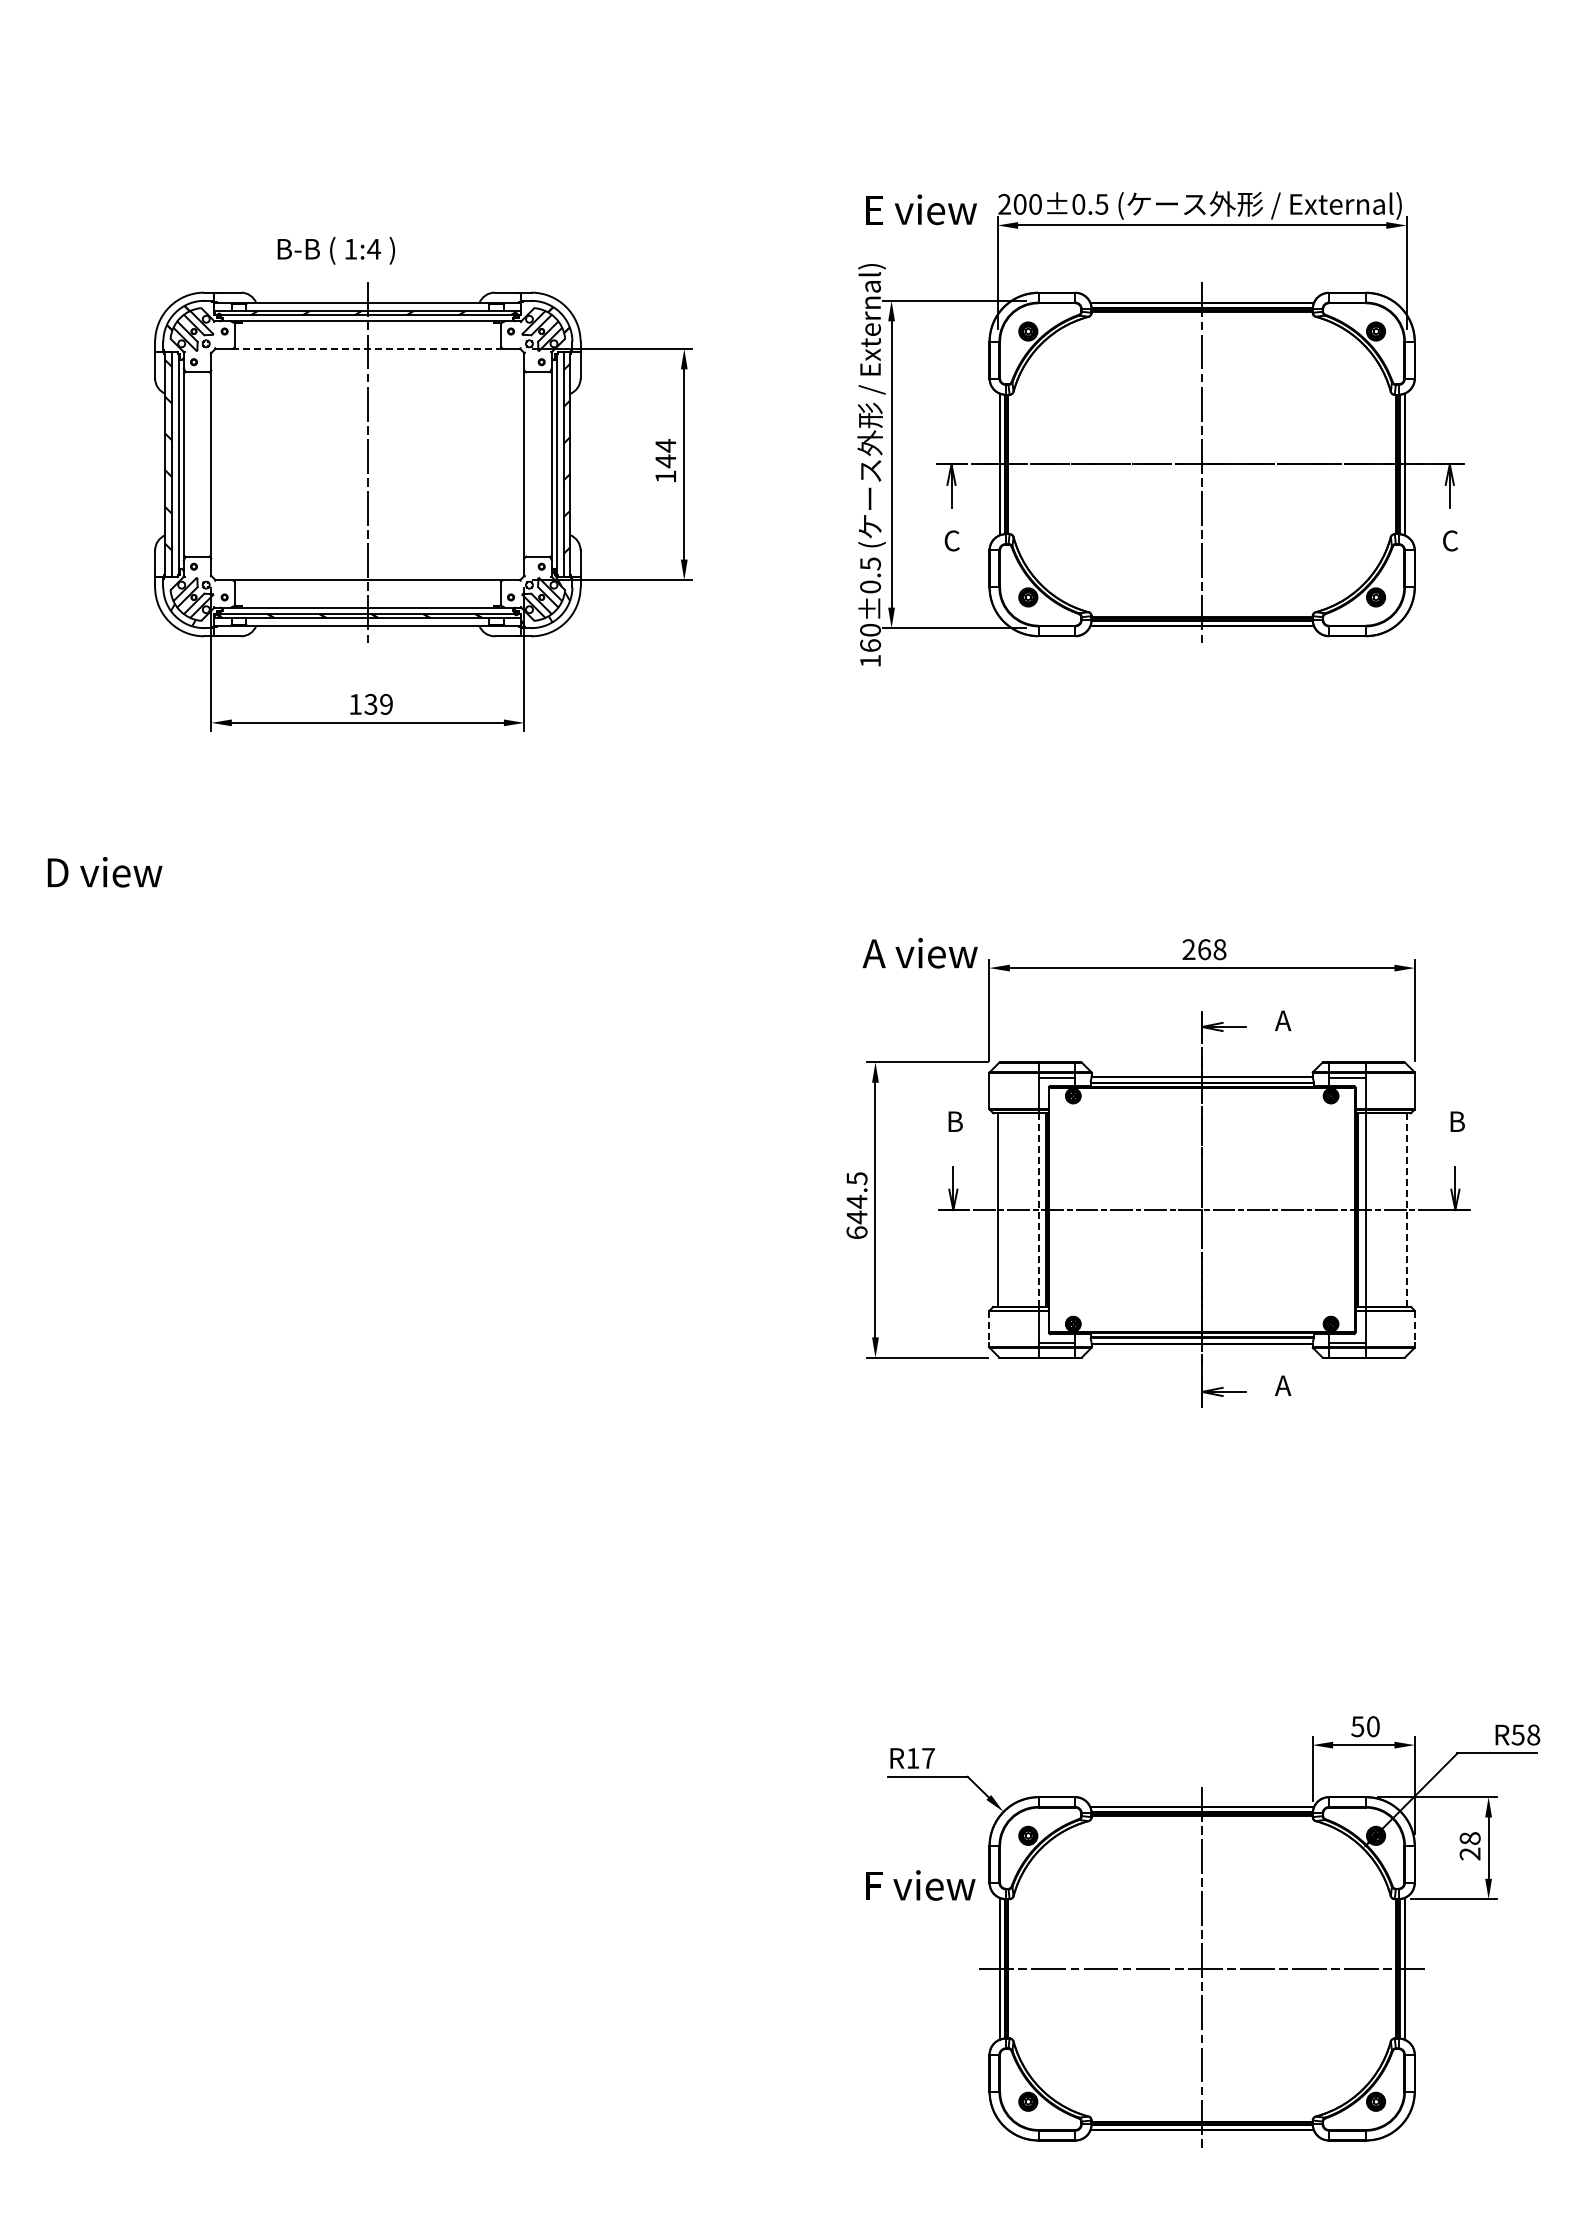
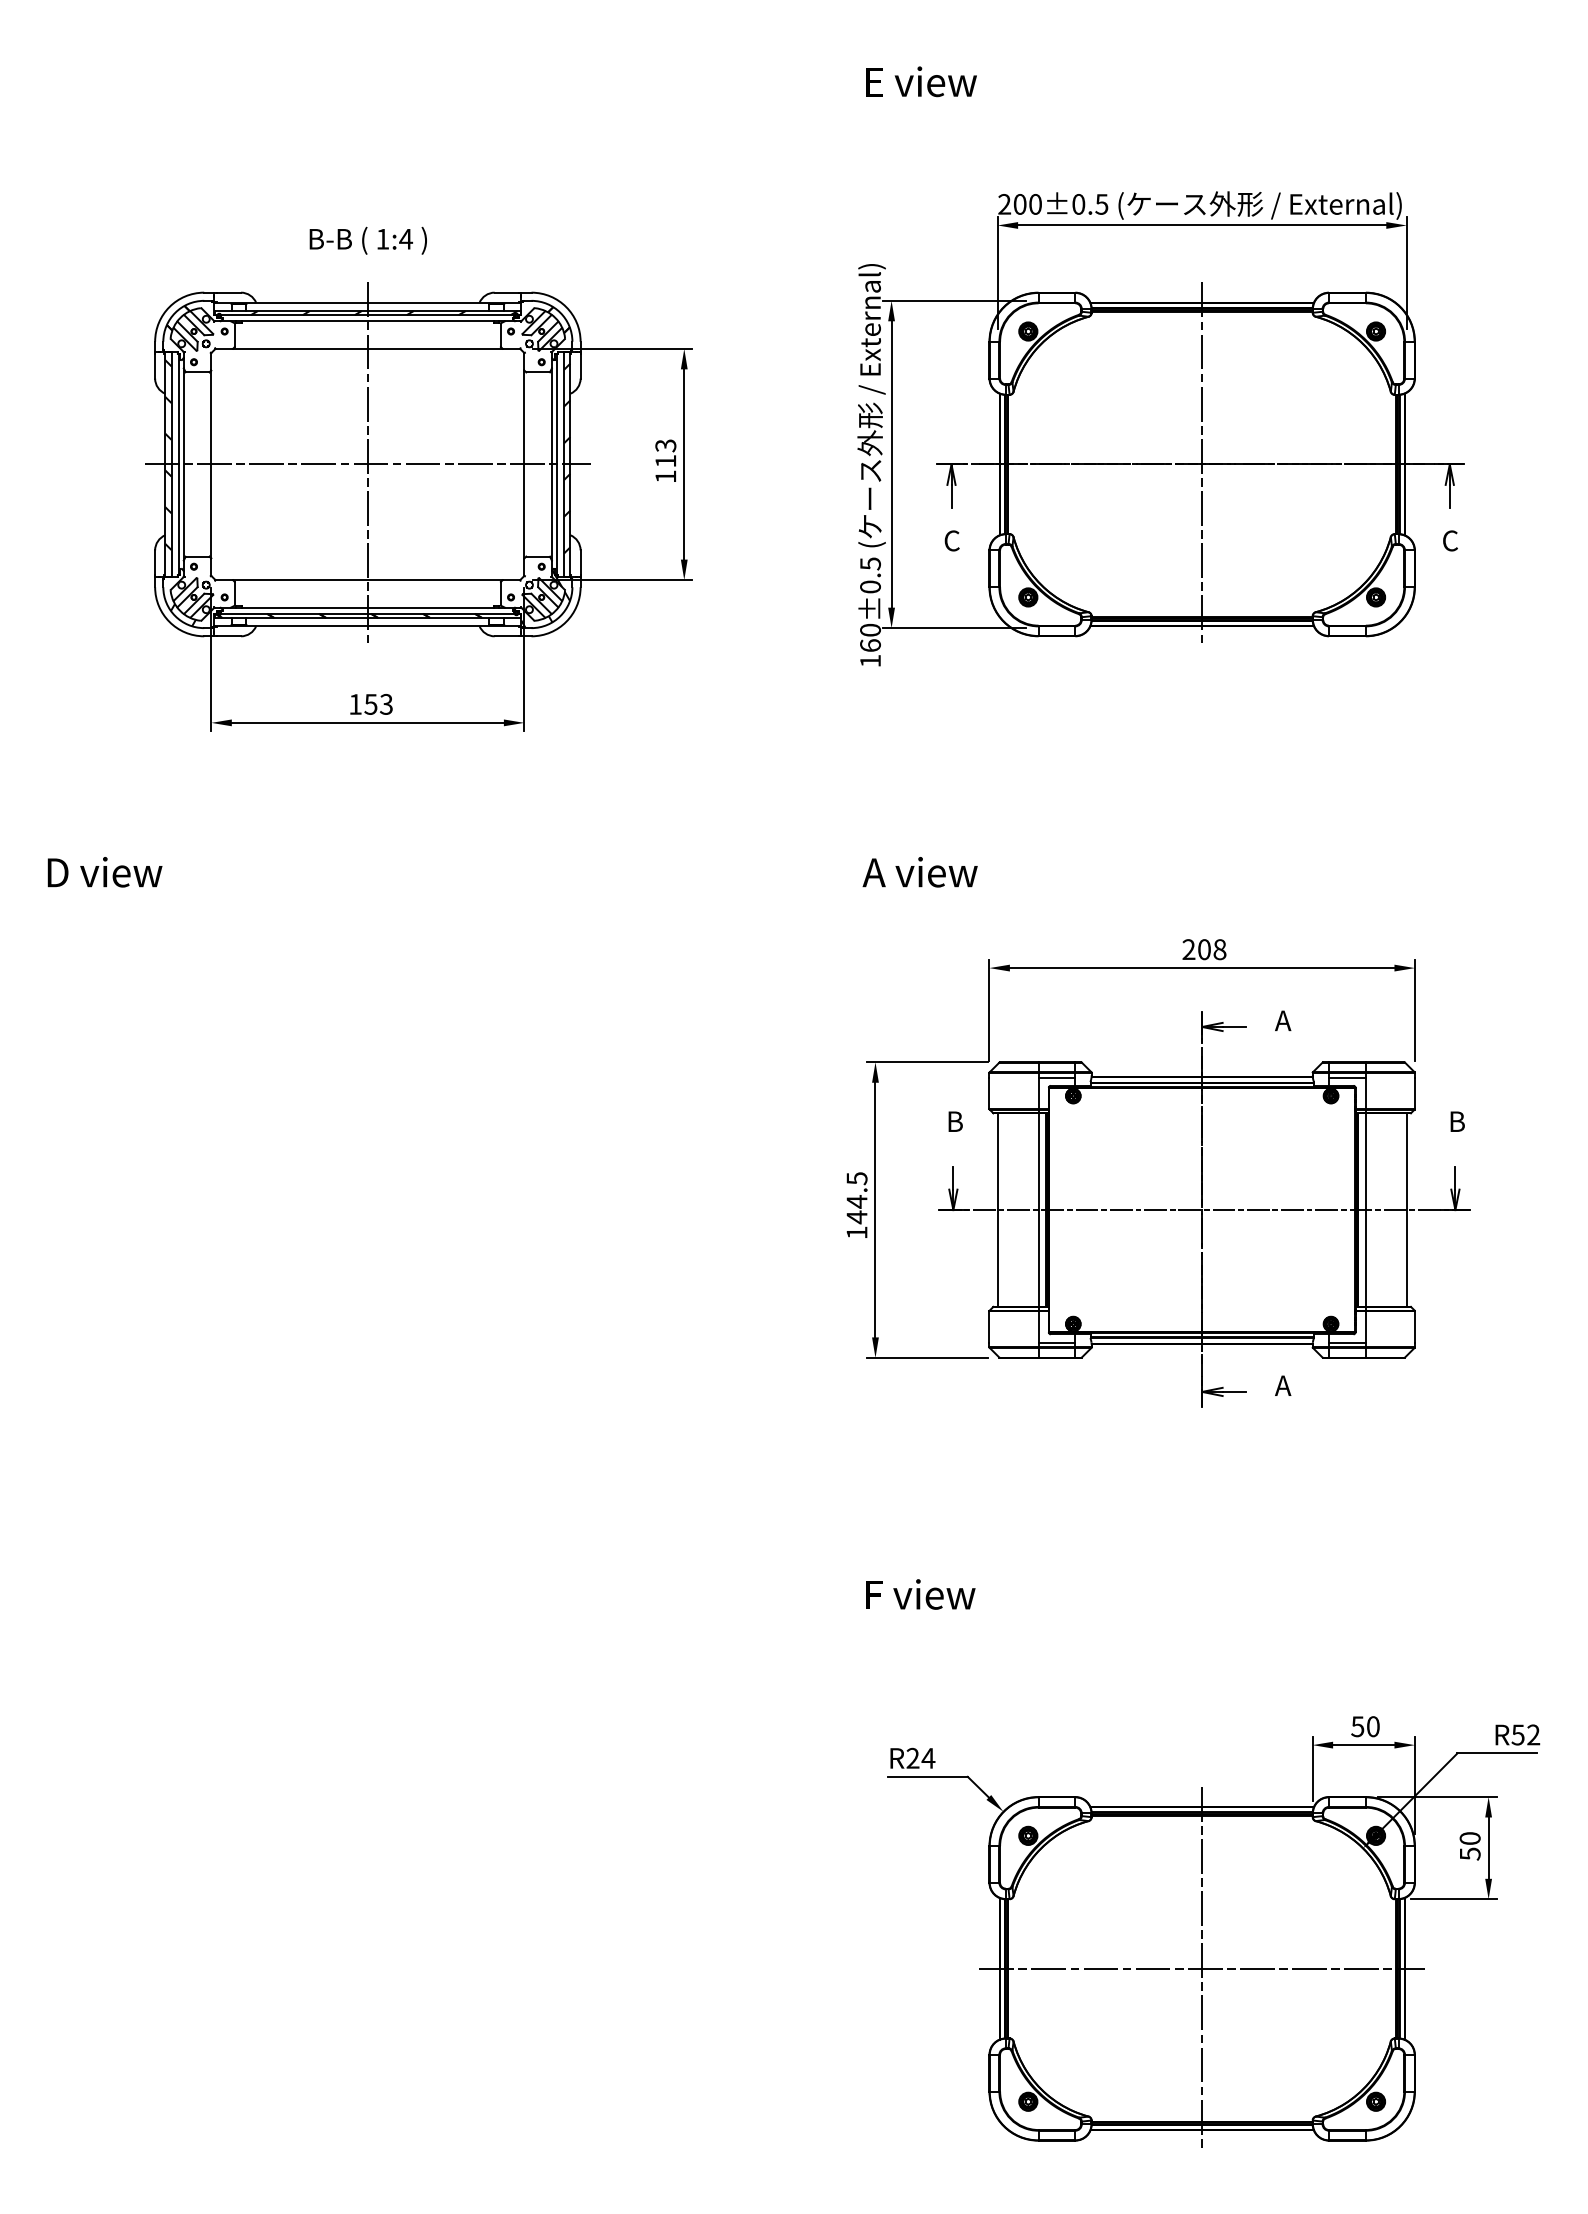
text at (921, 209) position: (921, 209) -> (921, 81)
text at (335, 250) position: (335, 250) -> (367, 240)
line at (367, 348): dashed -> solid
text at (665, 453): 144 -> 113
line at (367, 464): none -> present
text at (378, 703): 139 -> 153
text at (1204, 949): 268 -> 208
text at (919, 953) position: (919, 953) -> (919, 872)
line at (1038, 1210): dashed -> solid
line at (1406, 1210): dashed -> solid
text at (856, 1232): 644.5 -> 144.5
line at (989, 1326): dashed -> solid
line at (1414, 1326): dashed -> solid
text at (1533, 1734): R58 -> R52
text at (920, 1757): R17 -> R24
text at (1469, 1846): 28 -> 50
text at (920, 1885) position: (920, 1885) -> (920, 1594)
